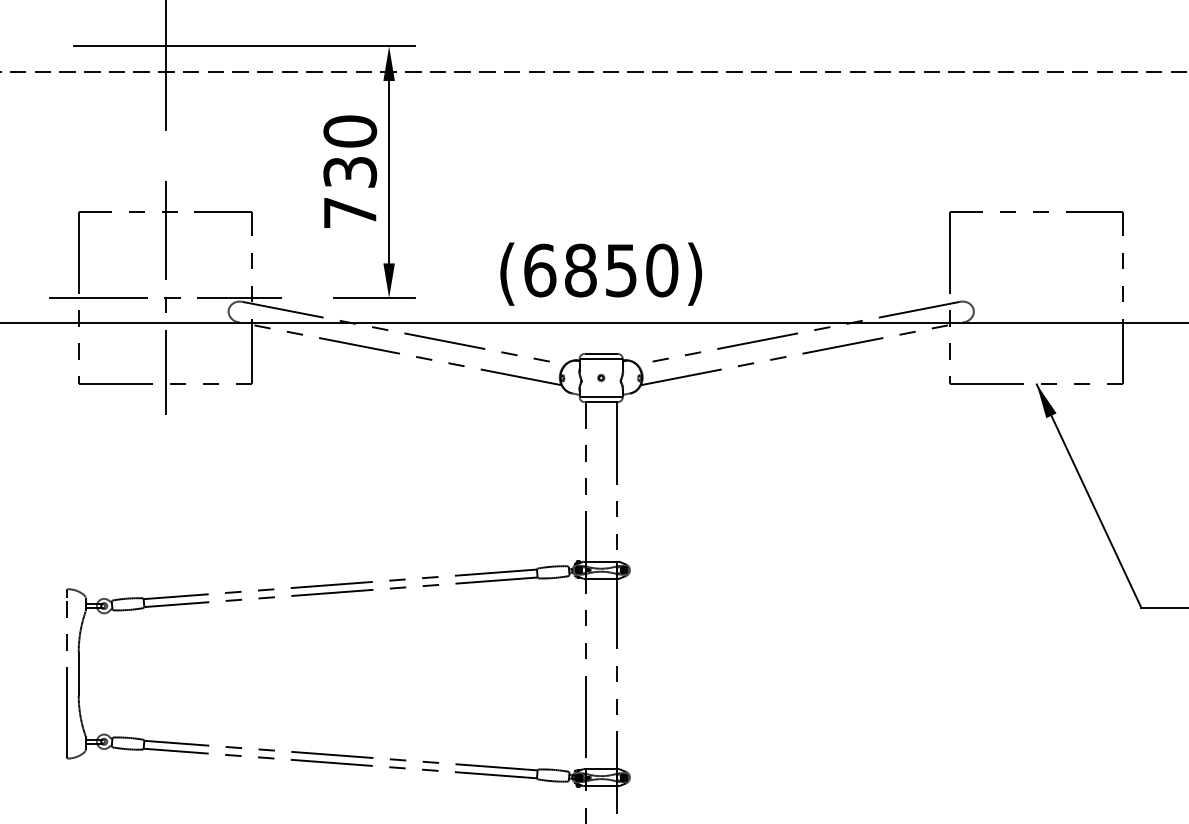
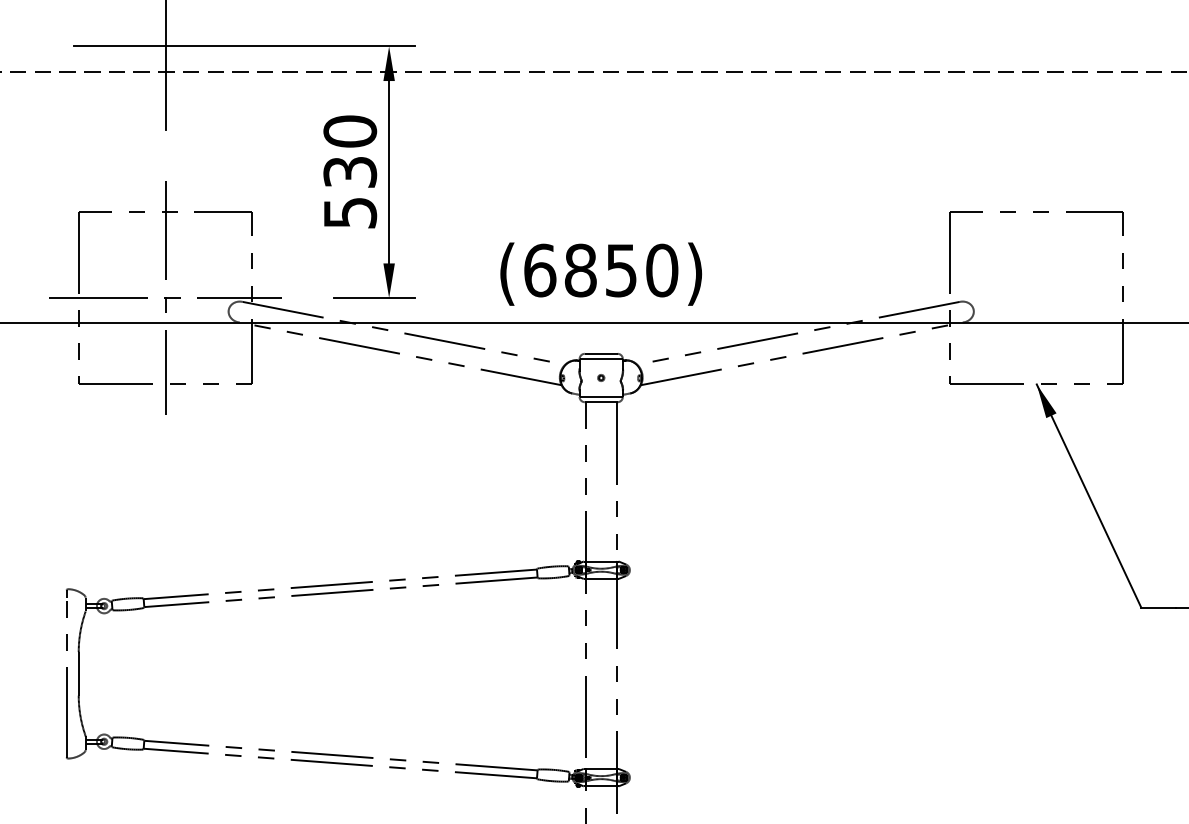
text at (350, 213): 730 -> 530
